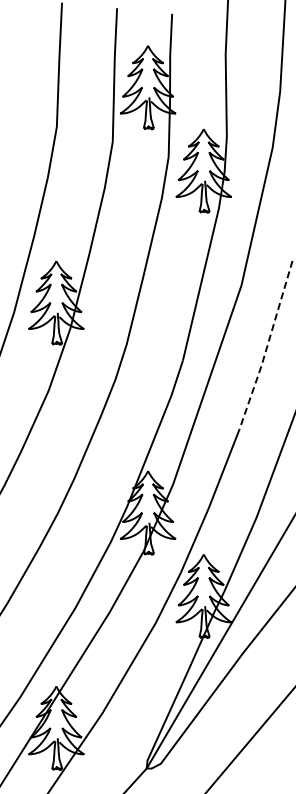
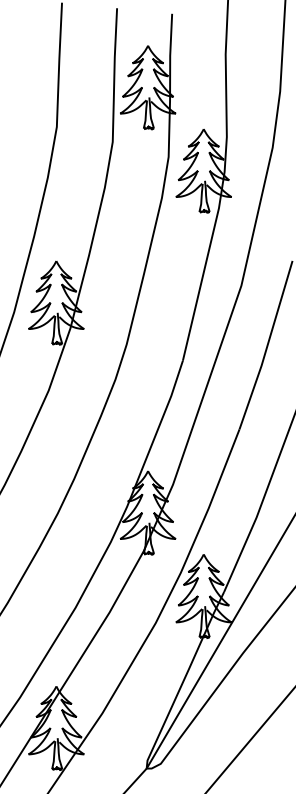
line at (267, 346): dashed -> solid
